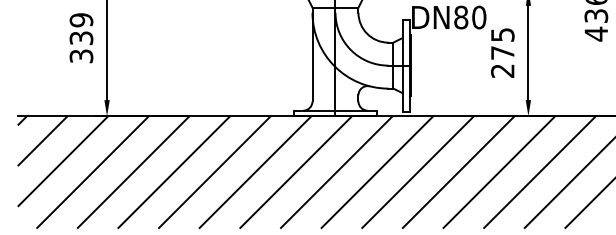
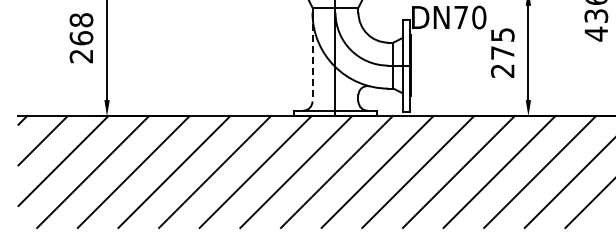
text at (461, 17): DN80 -> DN70
text at (81, 38): 339 -> 268
line at (312, 57): solid -> dashed
